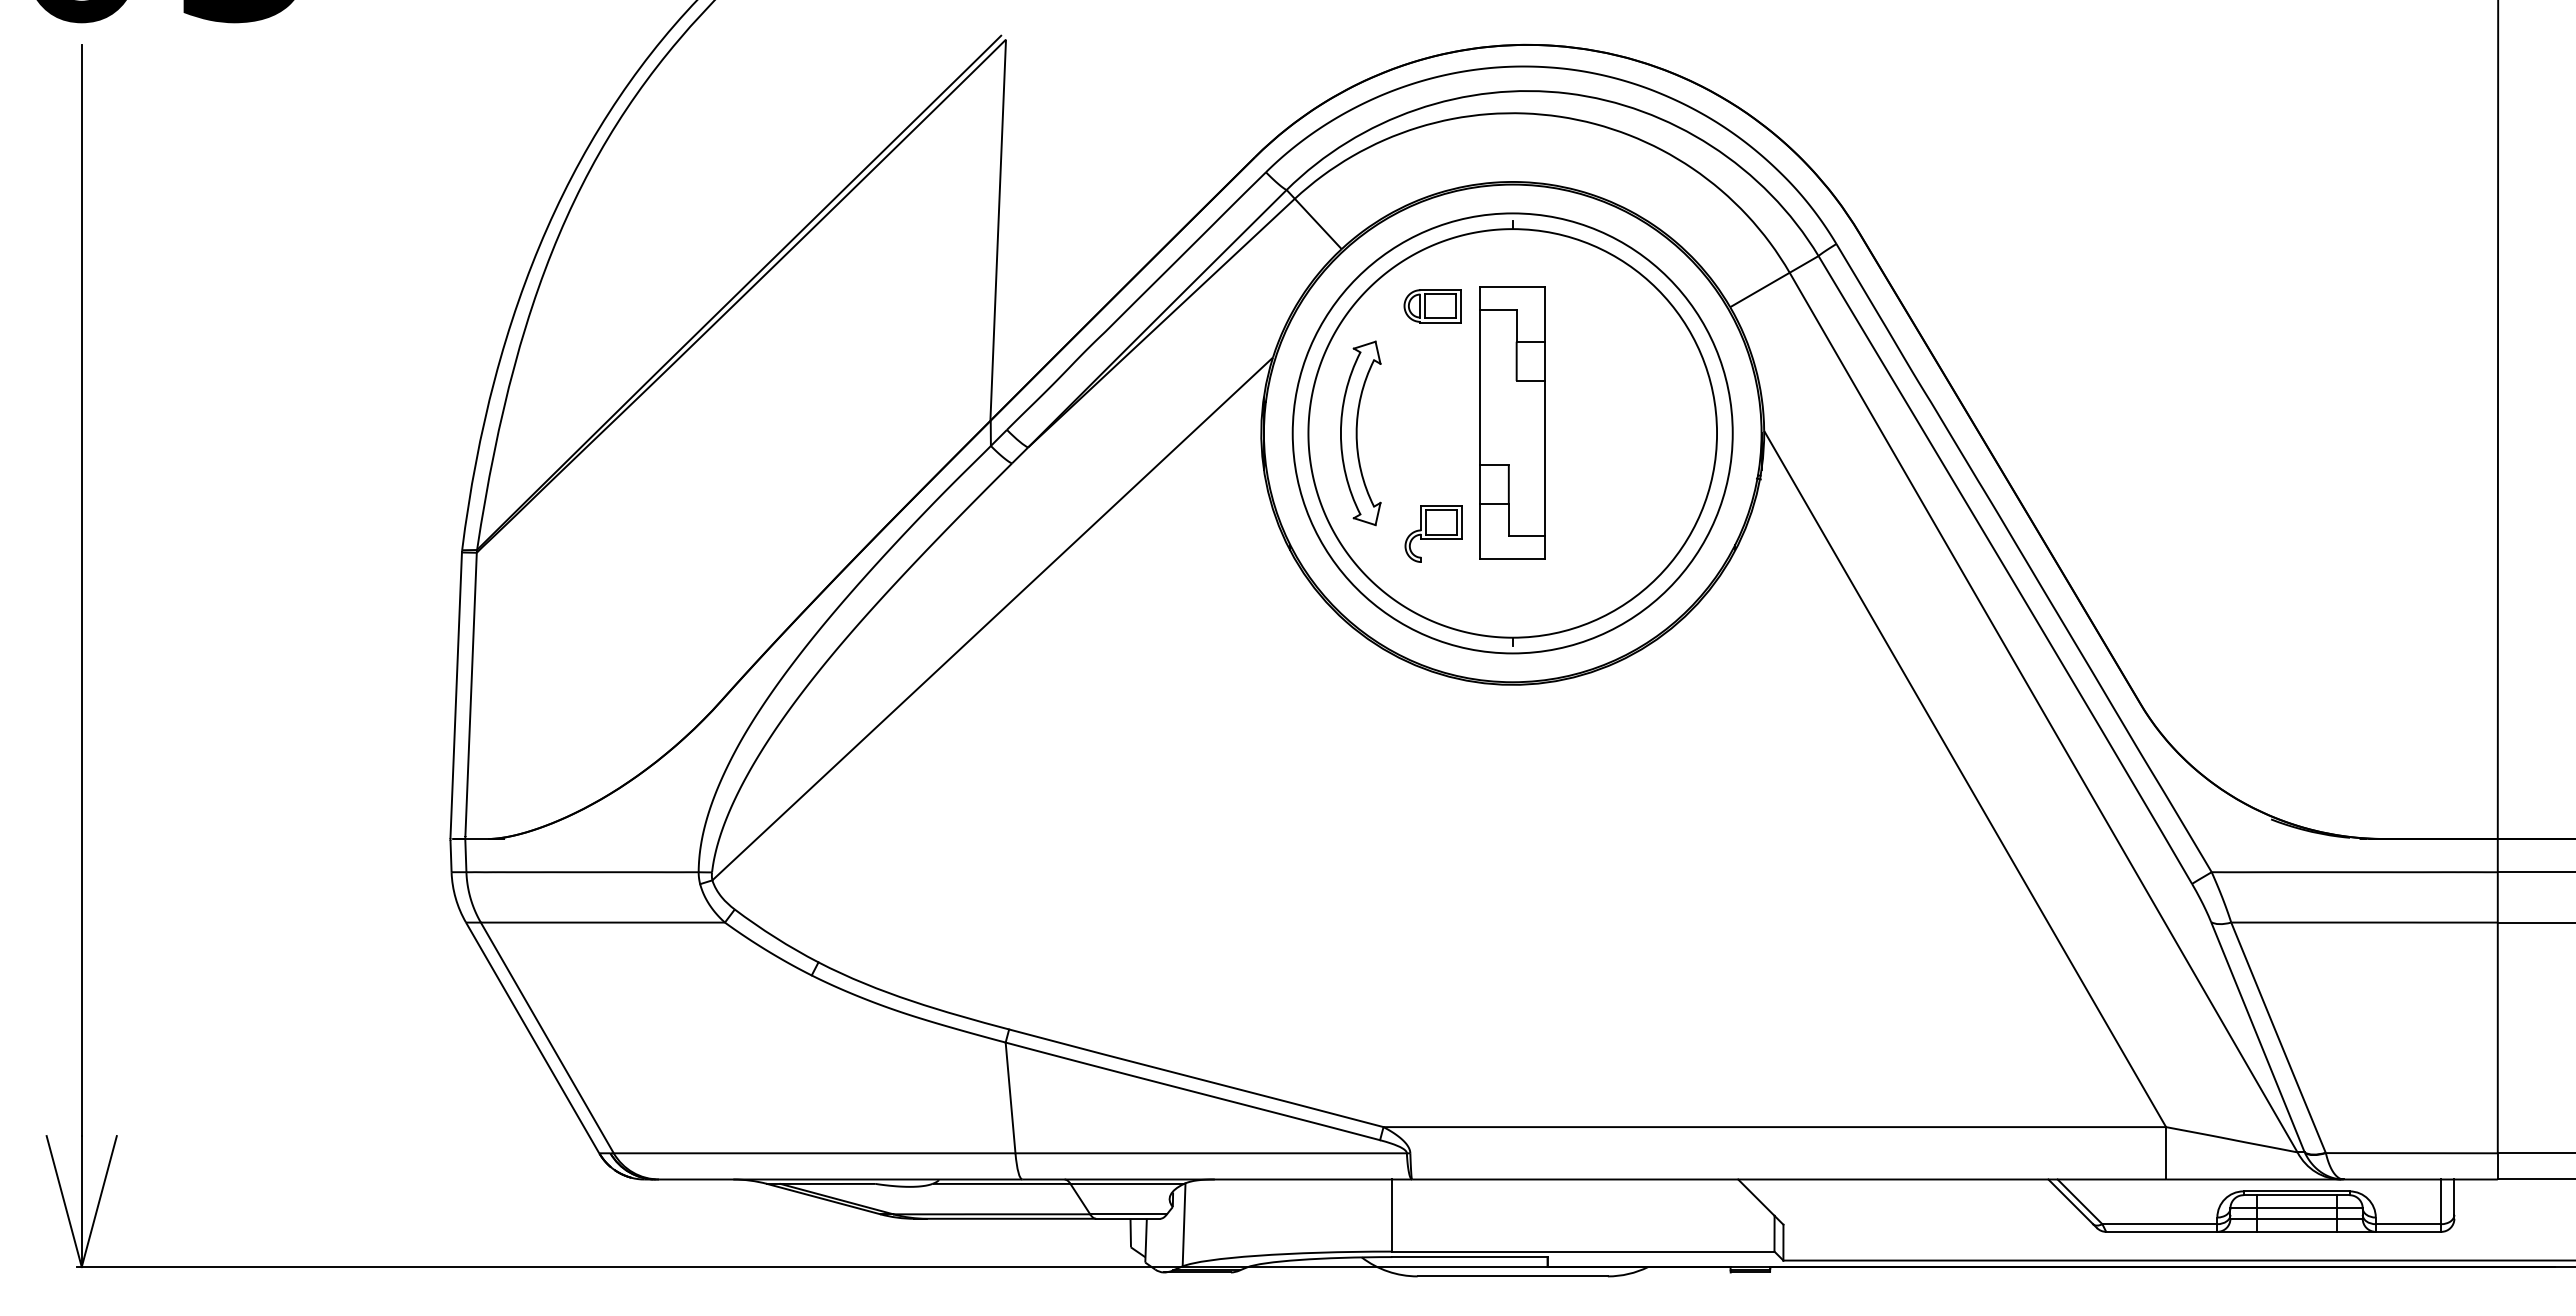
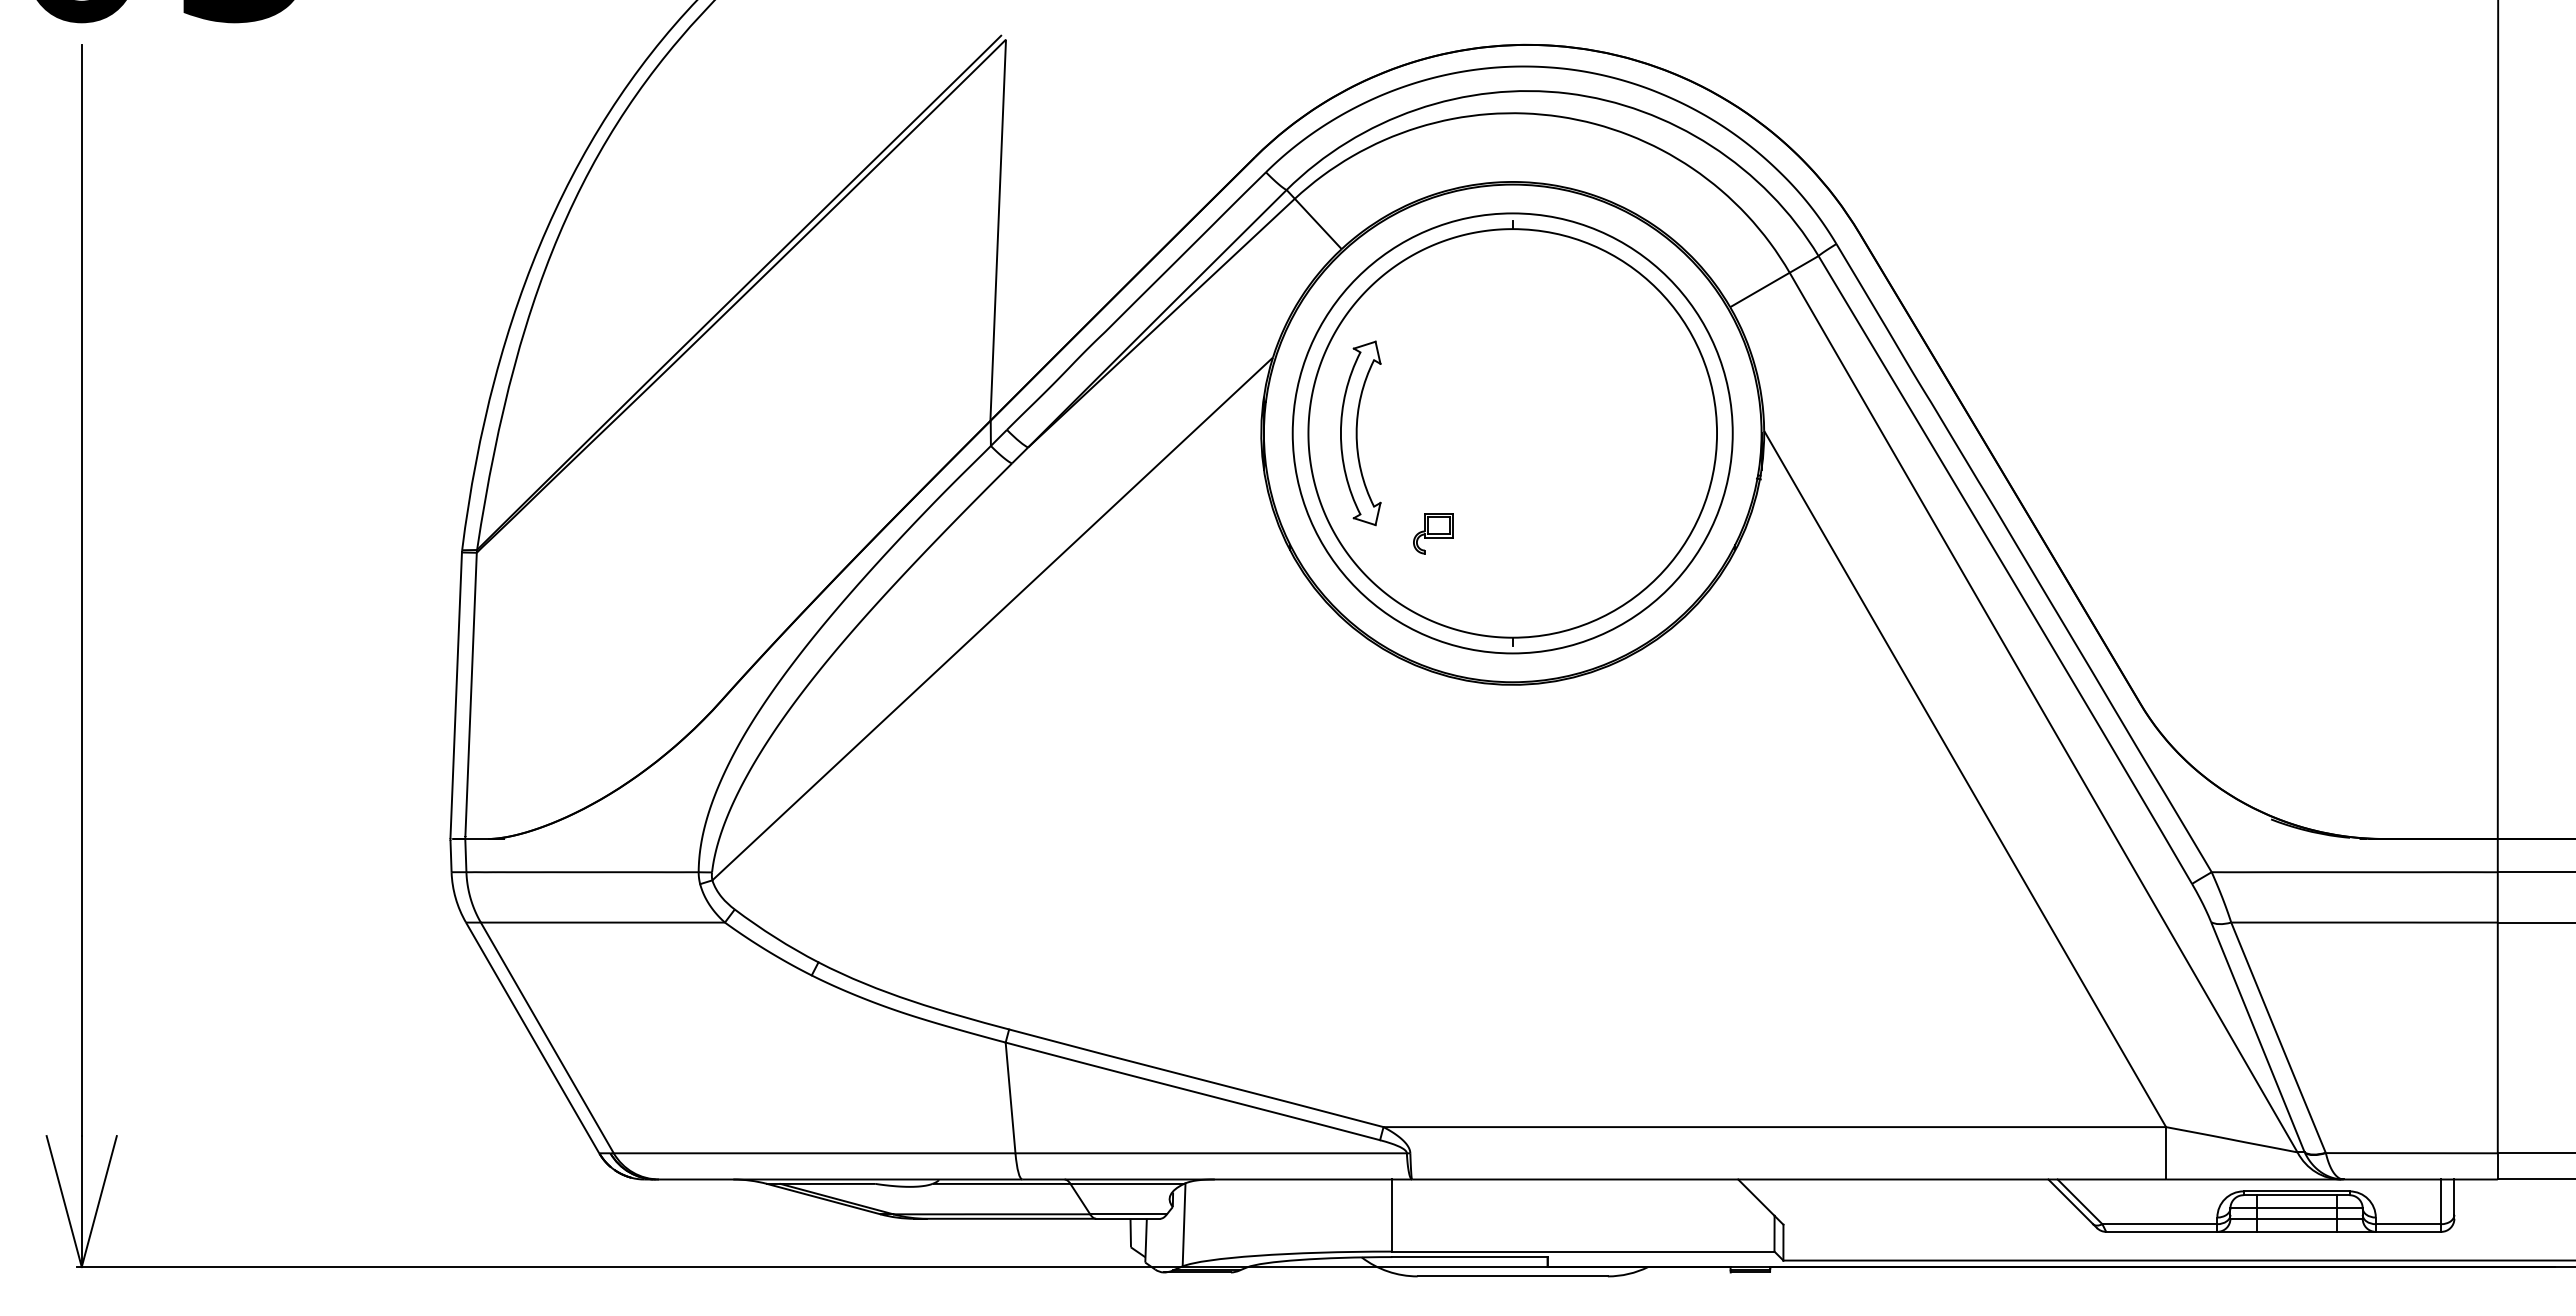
part at (1432, 306): present -> none
part at (1512, 422): present -> none
part at (1433, 533) size: 59x58 px -> 41x42 px
